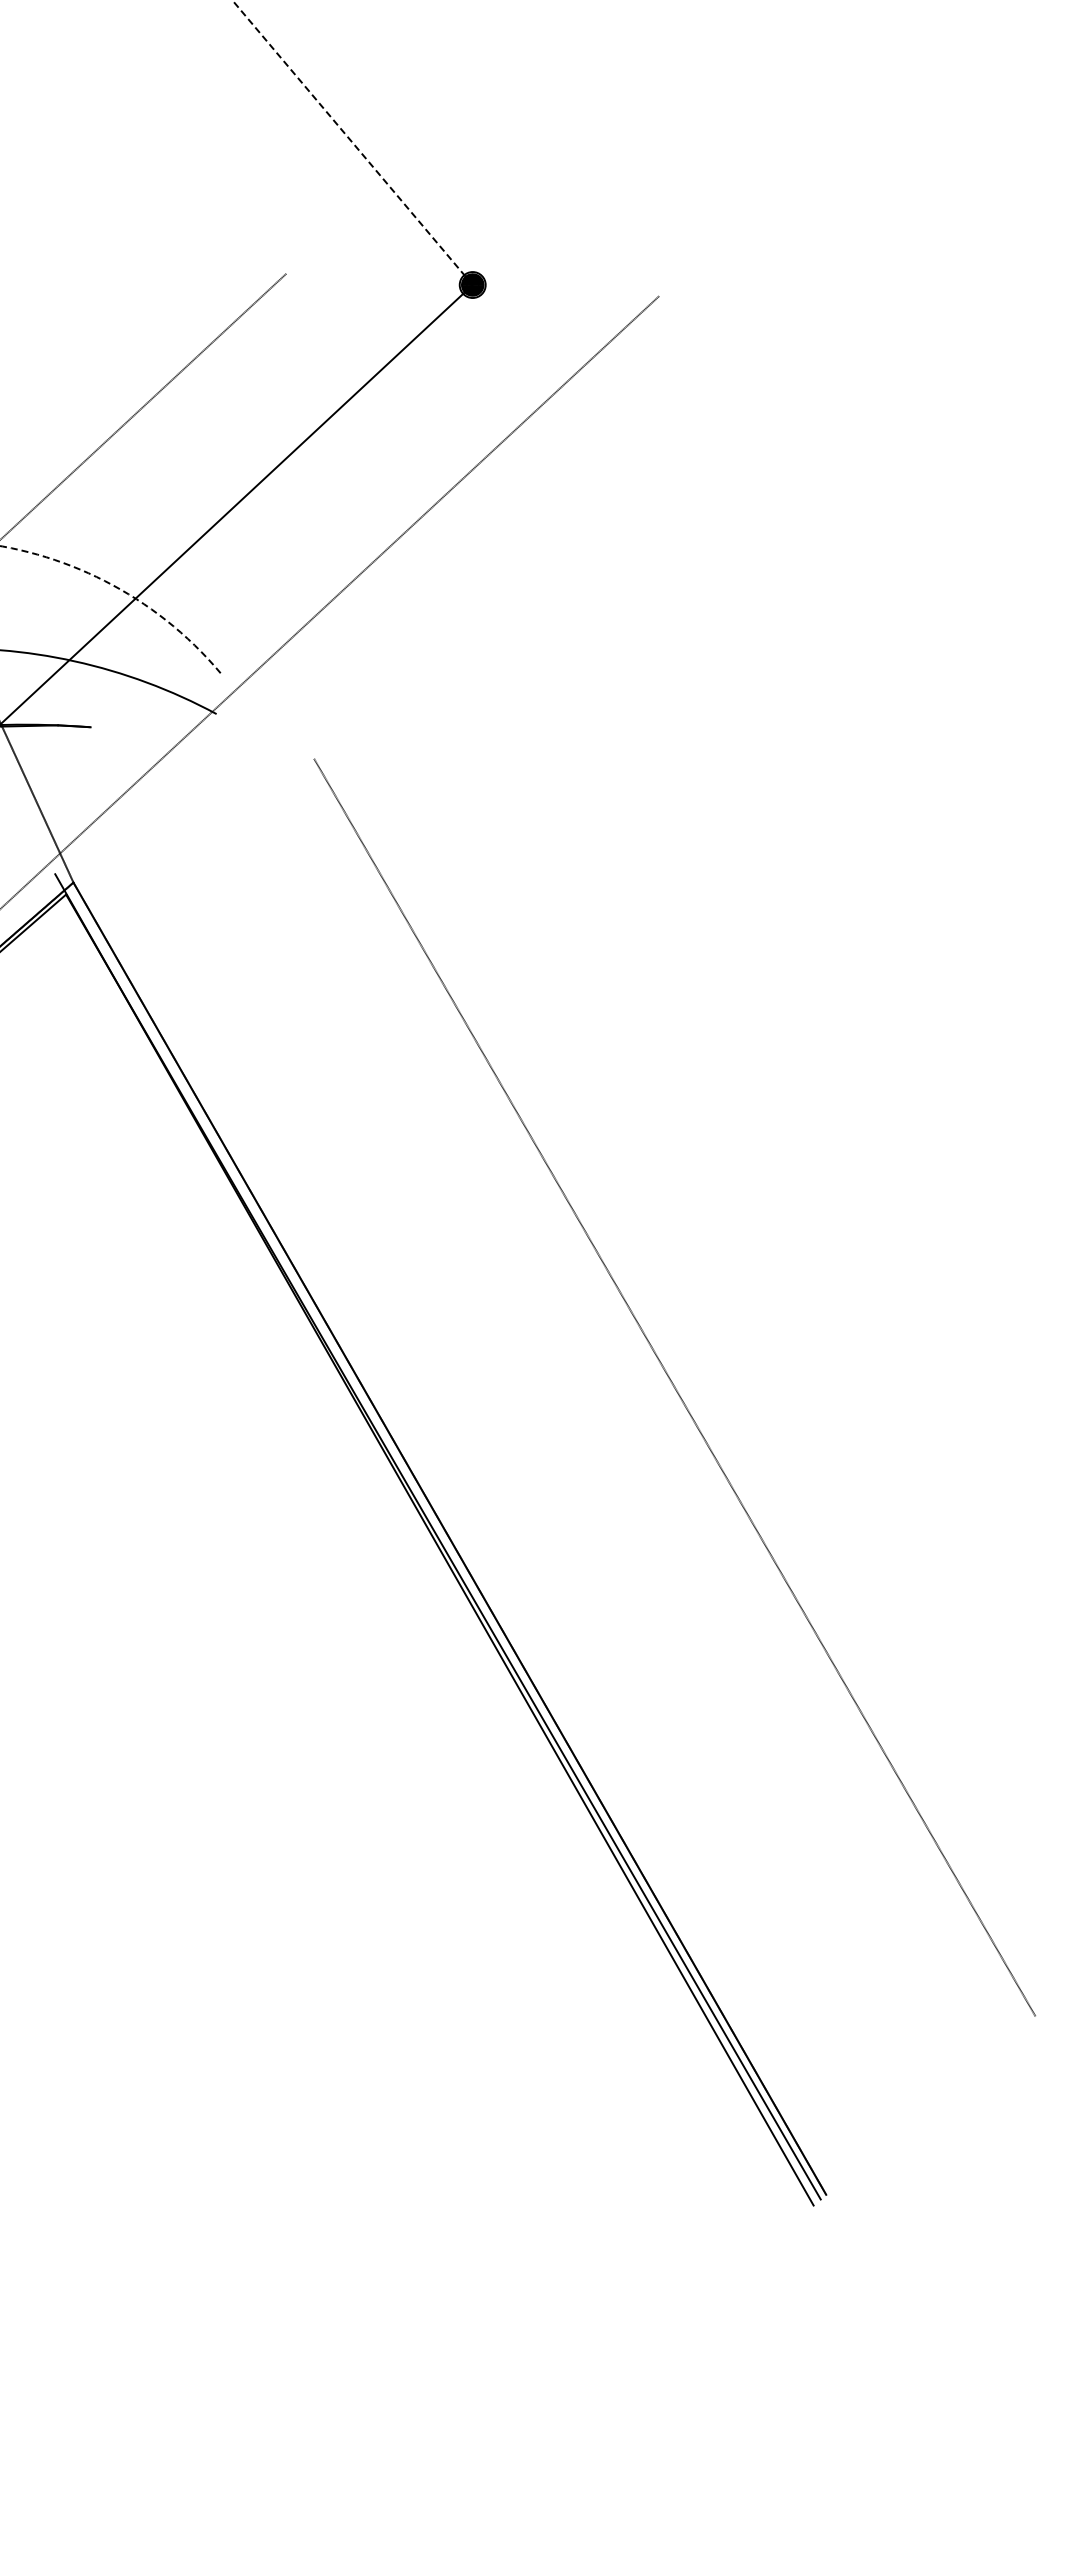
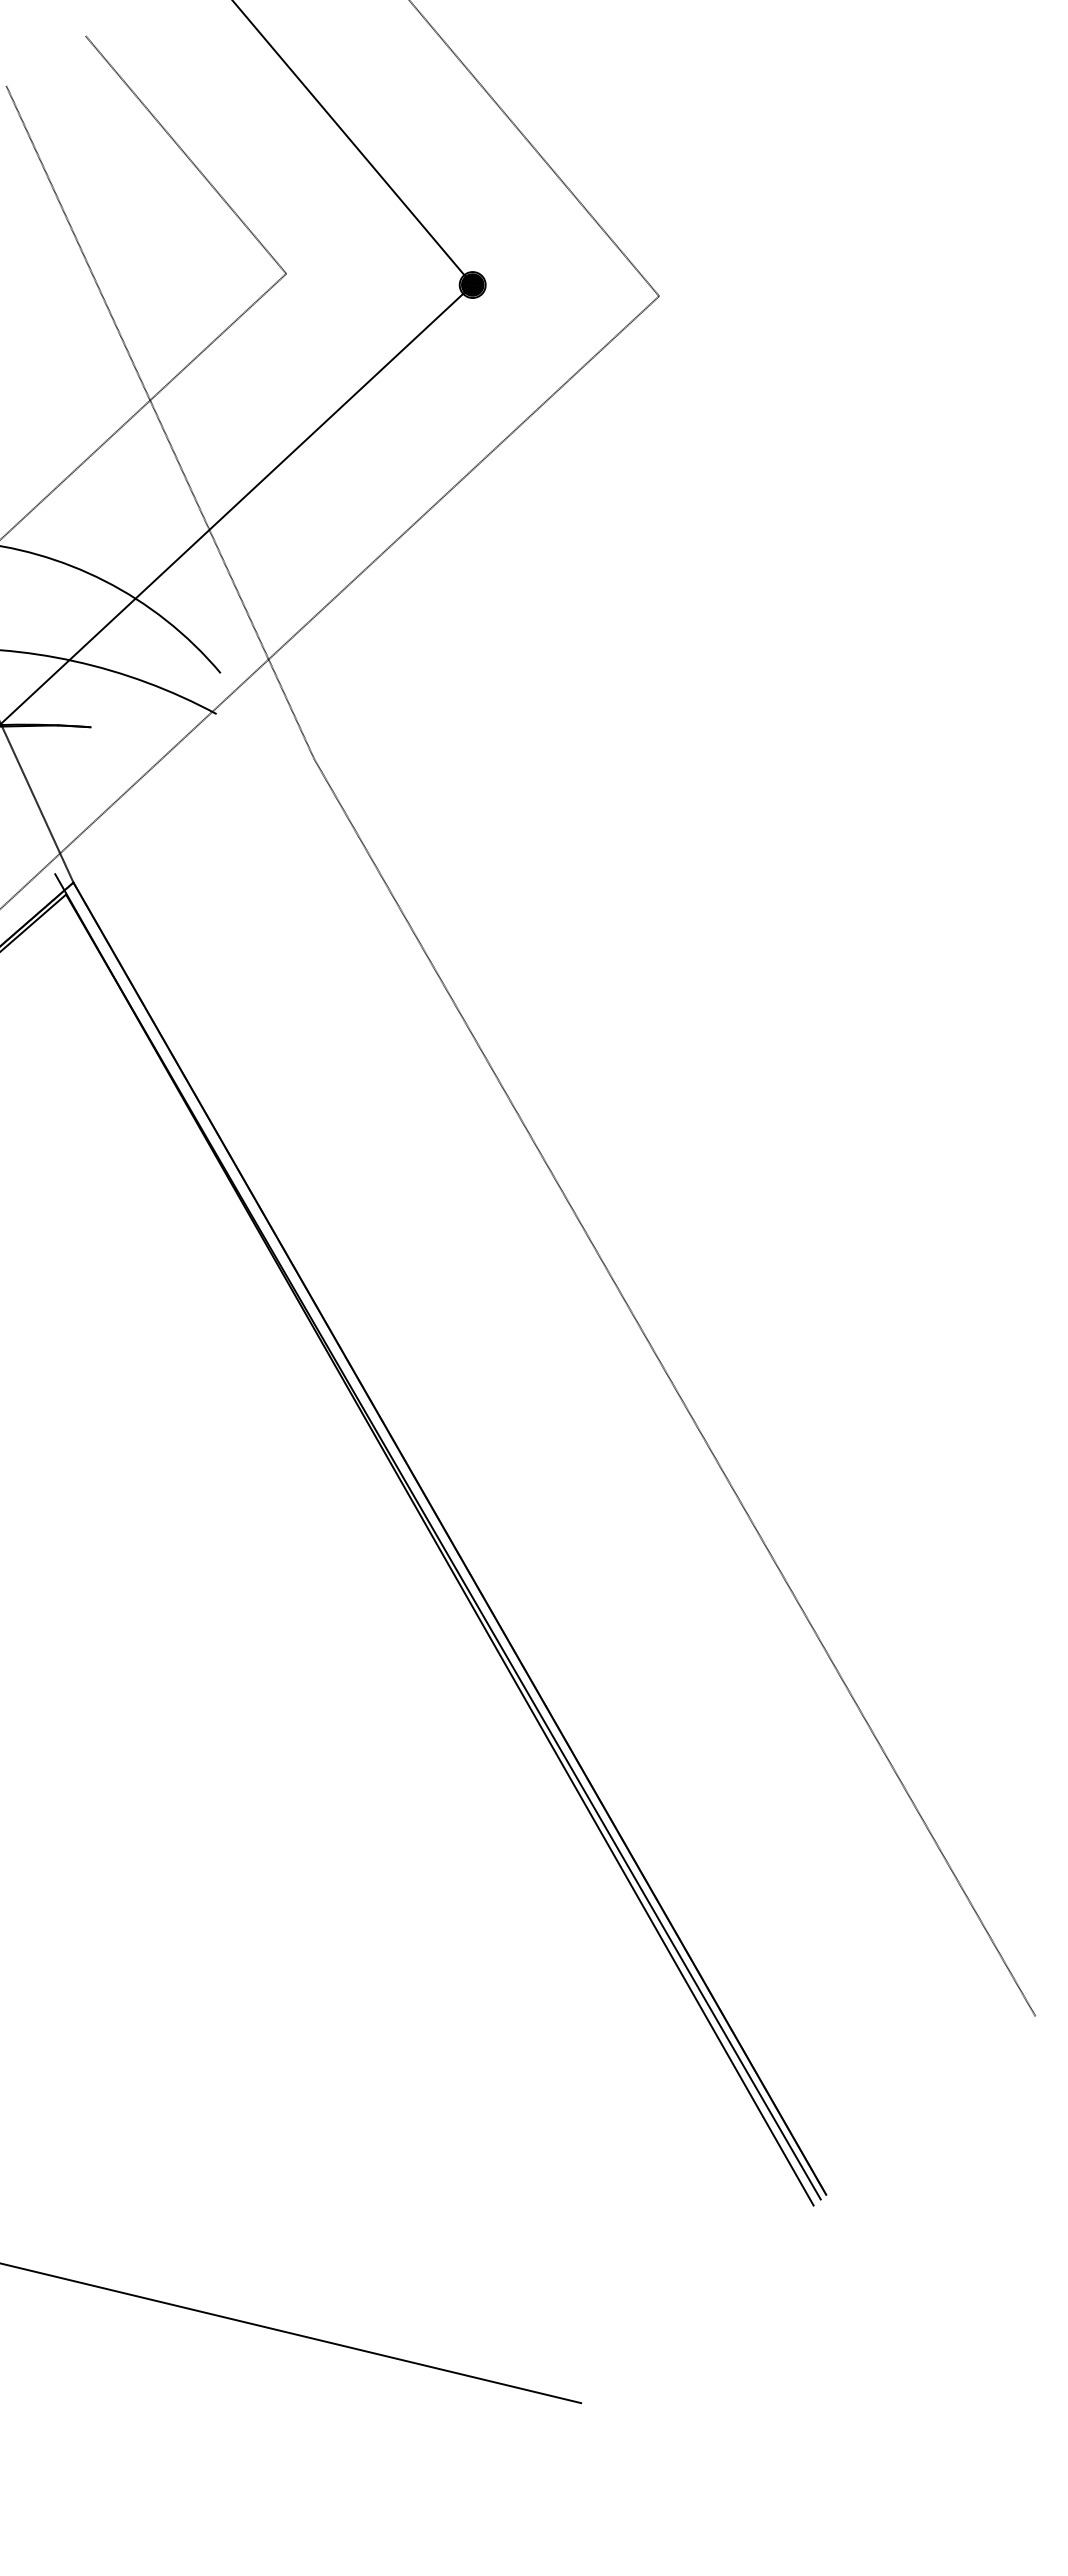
line at (352, 142): dashed -> solid
line at (535, 149): none -> present
line at (185, 154): none -> present
line at (160, 422): none -> present
arc at (120, 589): dashed -> solid
line at (291, 2333): none -> present
